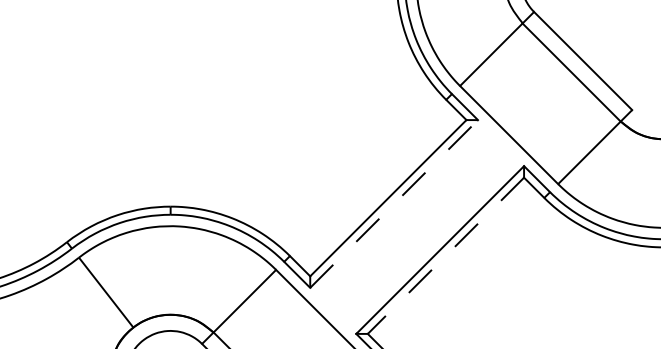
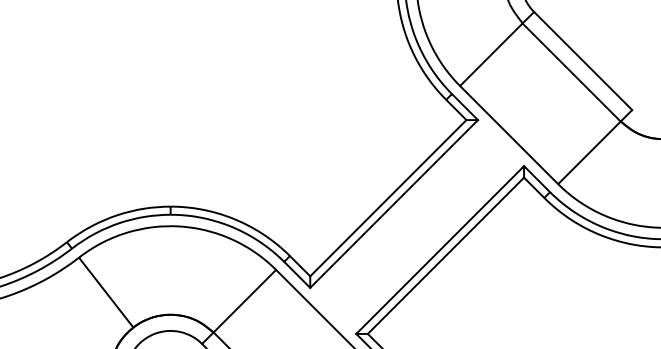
line at (394, 203): dashed -> solid
line at (445, 256): dashed -> solid
